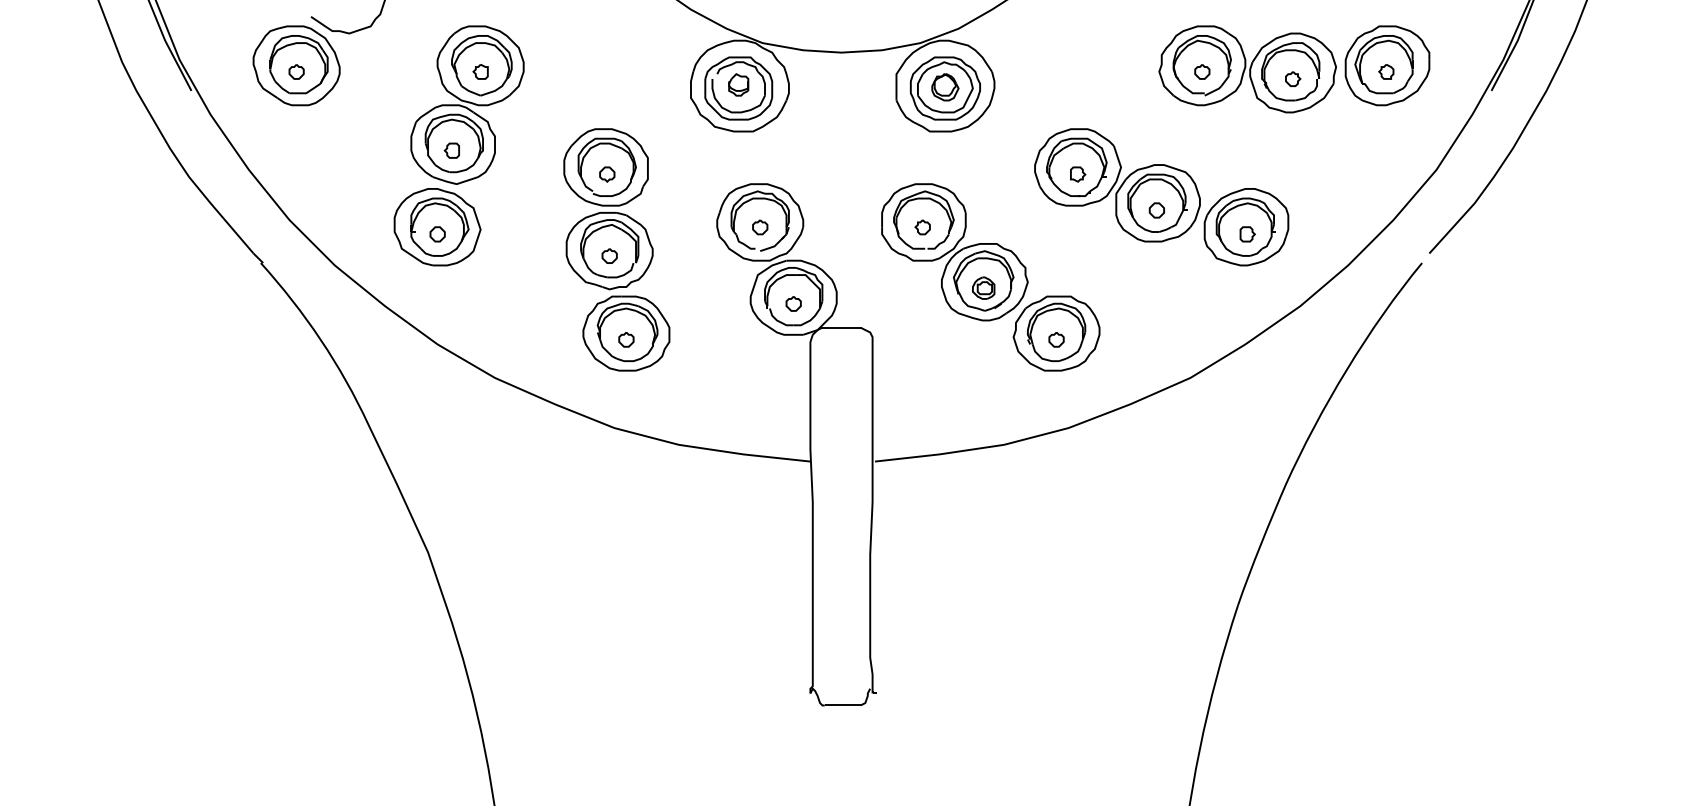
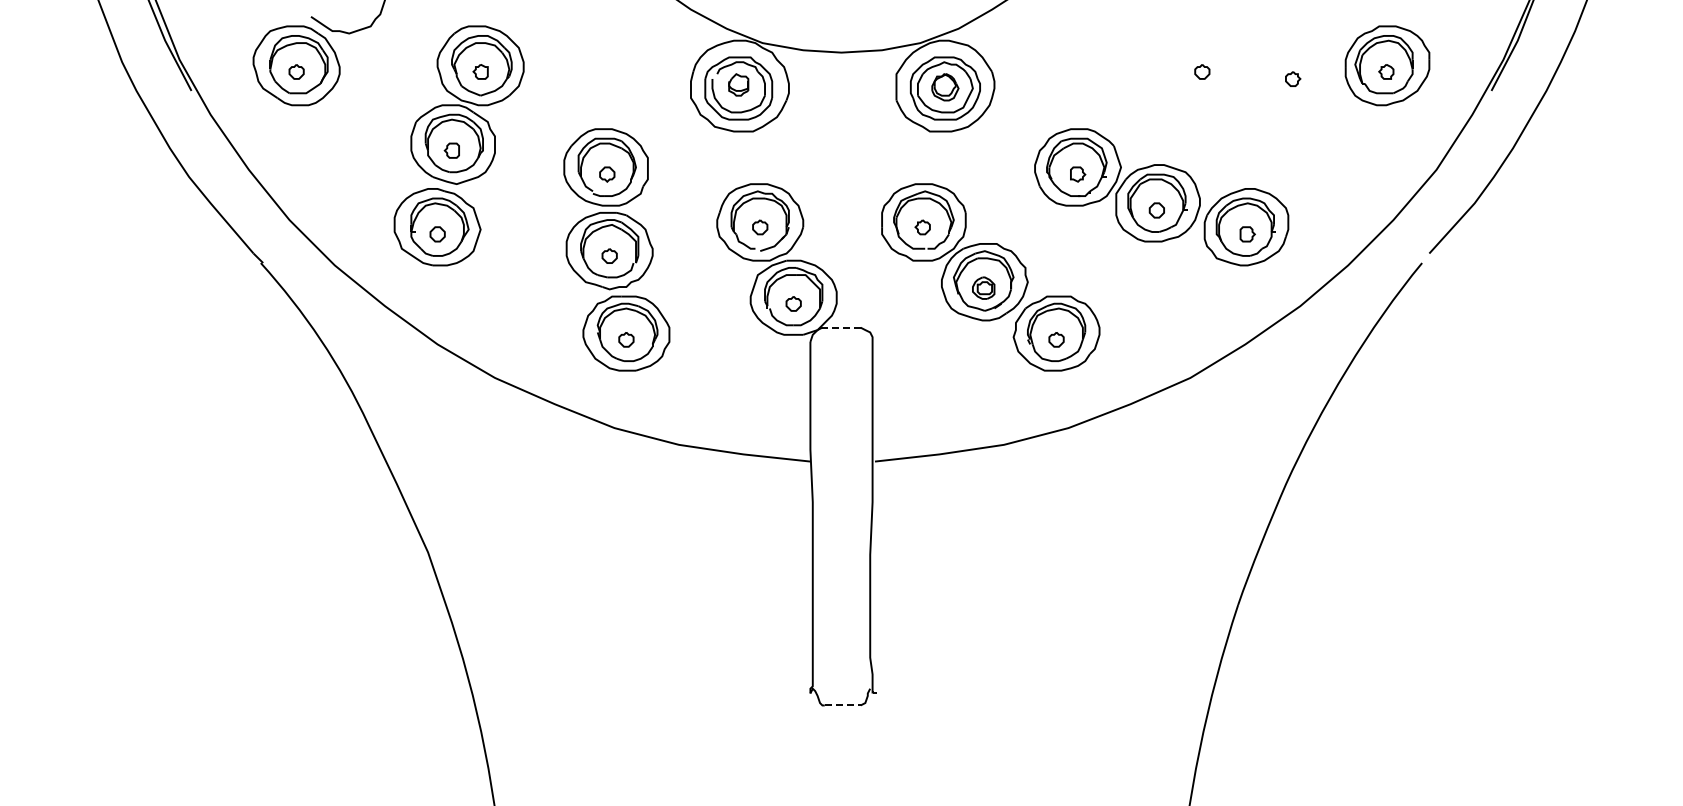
part at (1247, 69): present -> none
line at (841, 327): solid -> dashed
line at (842, 705): solid -> dashed
